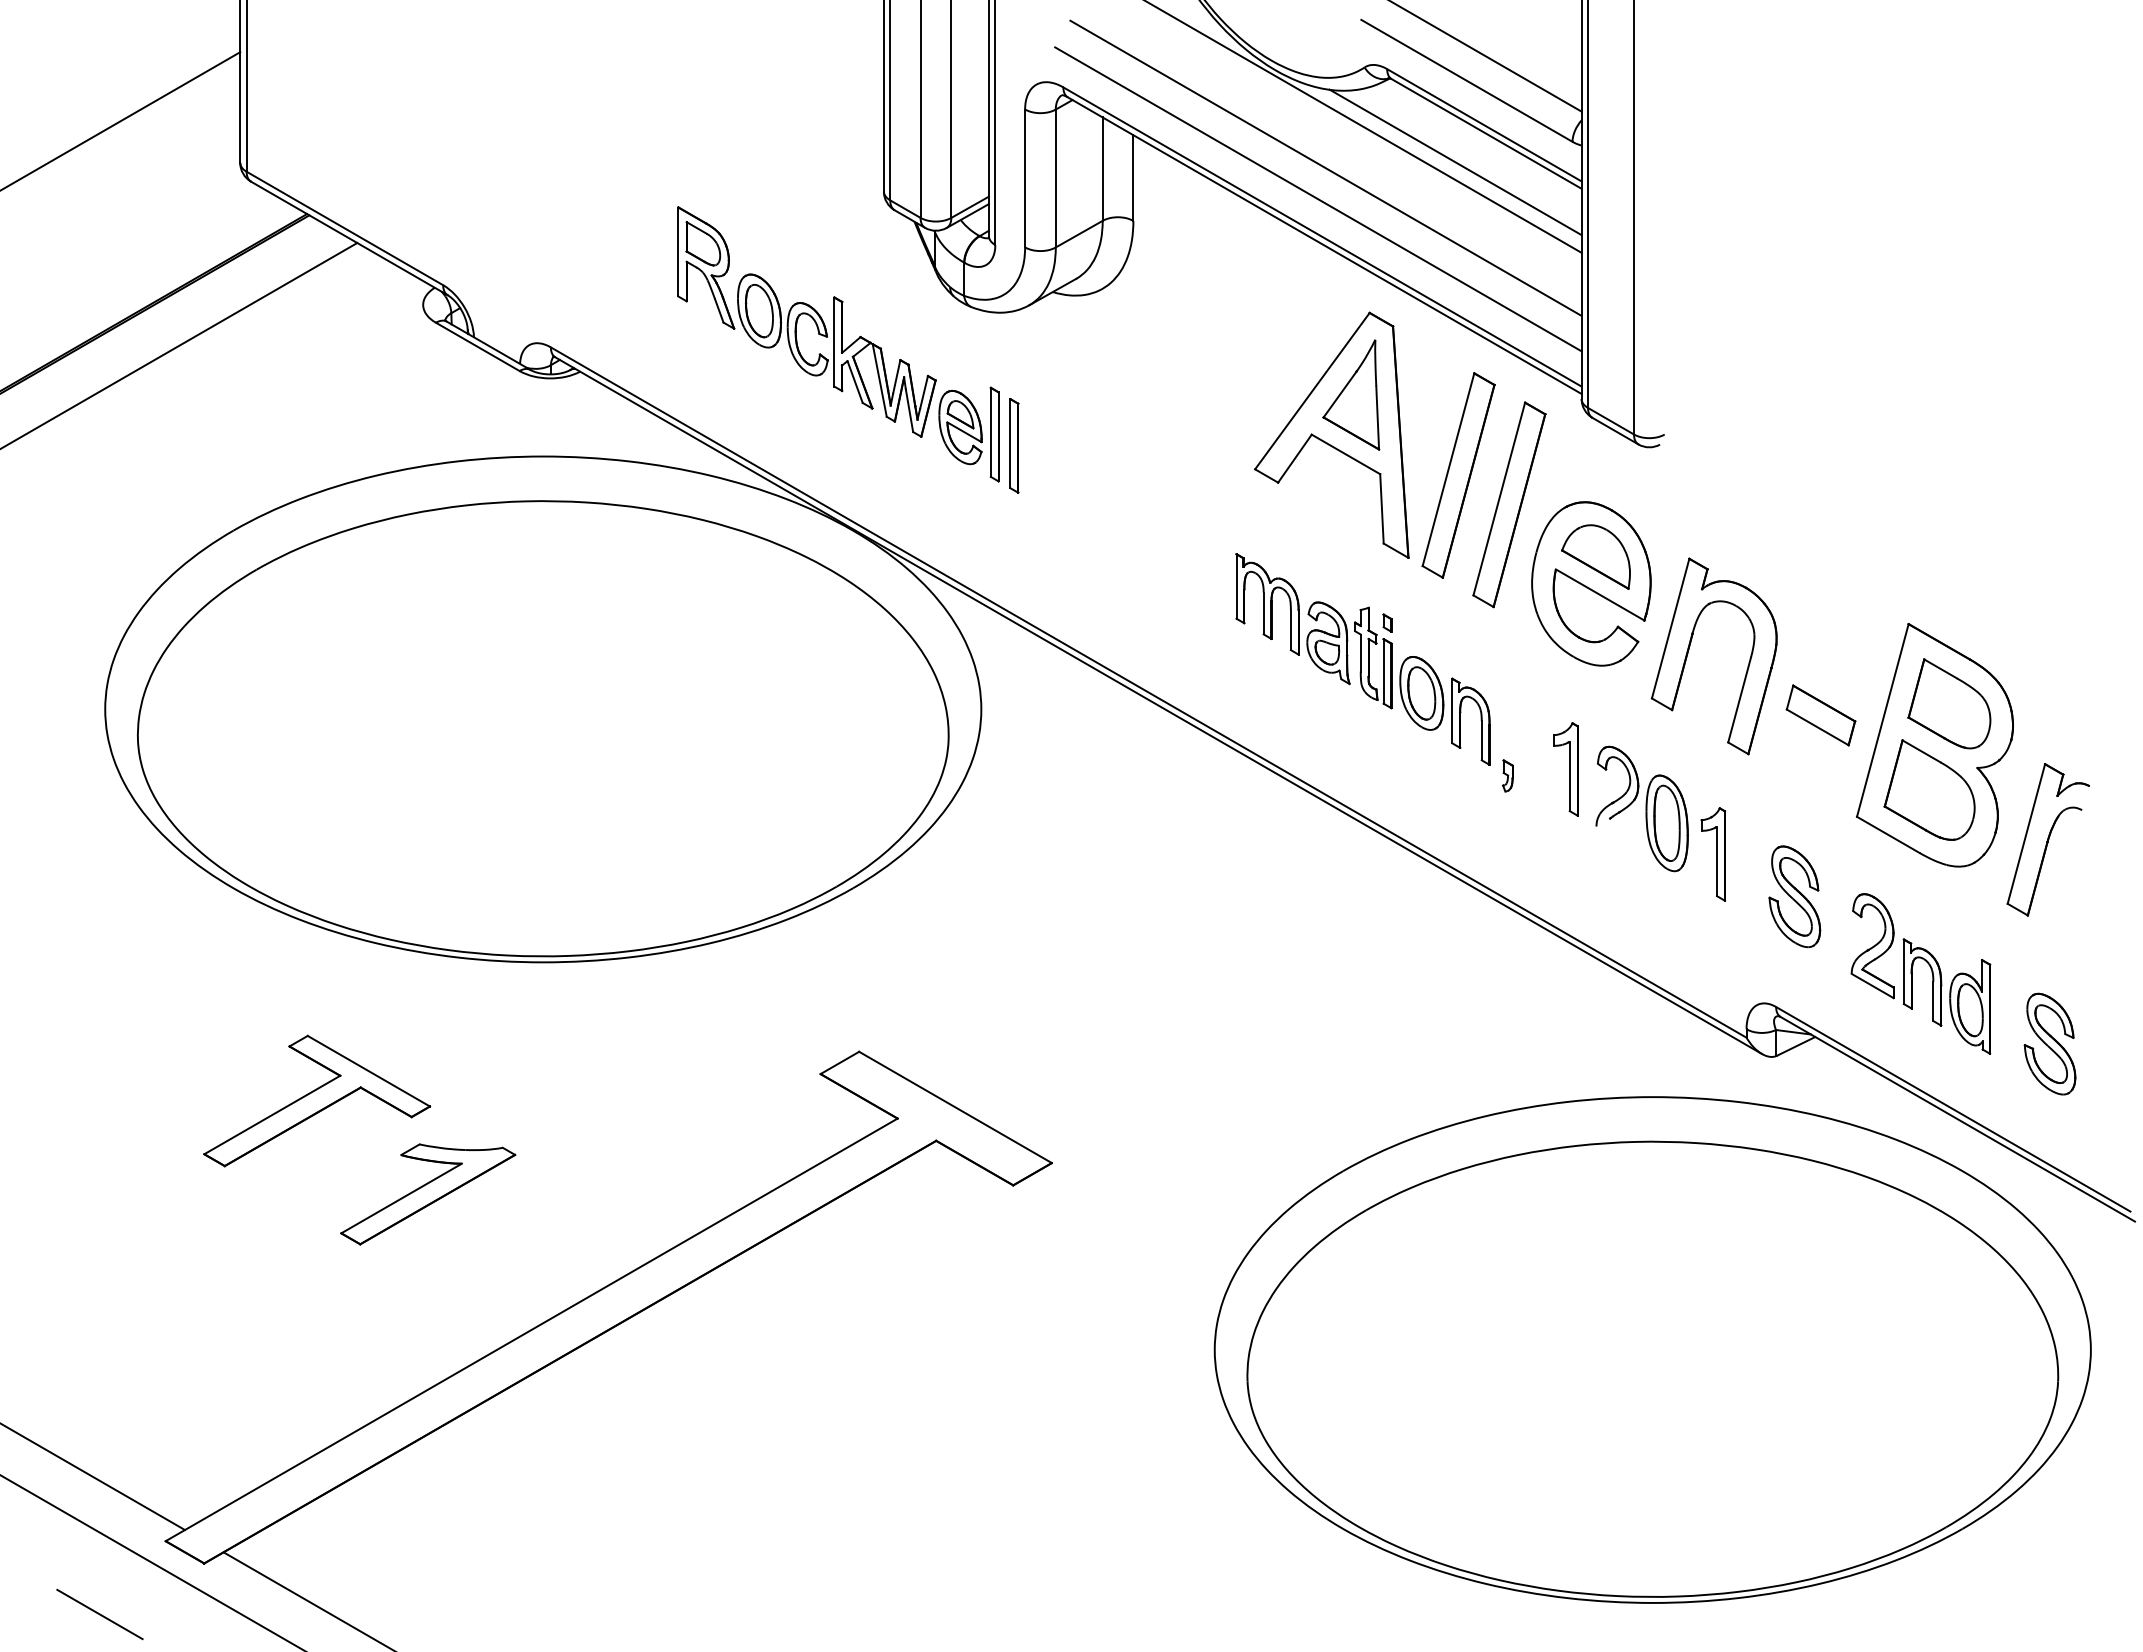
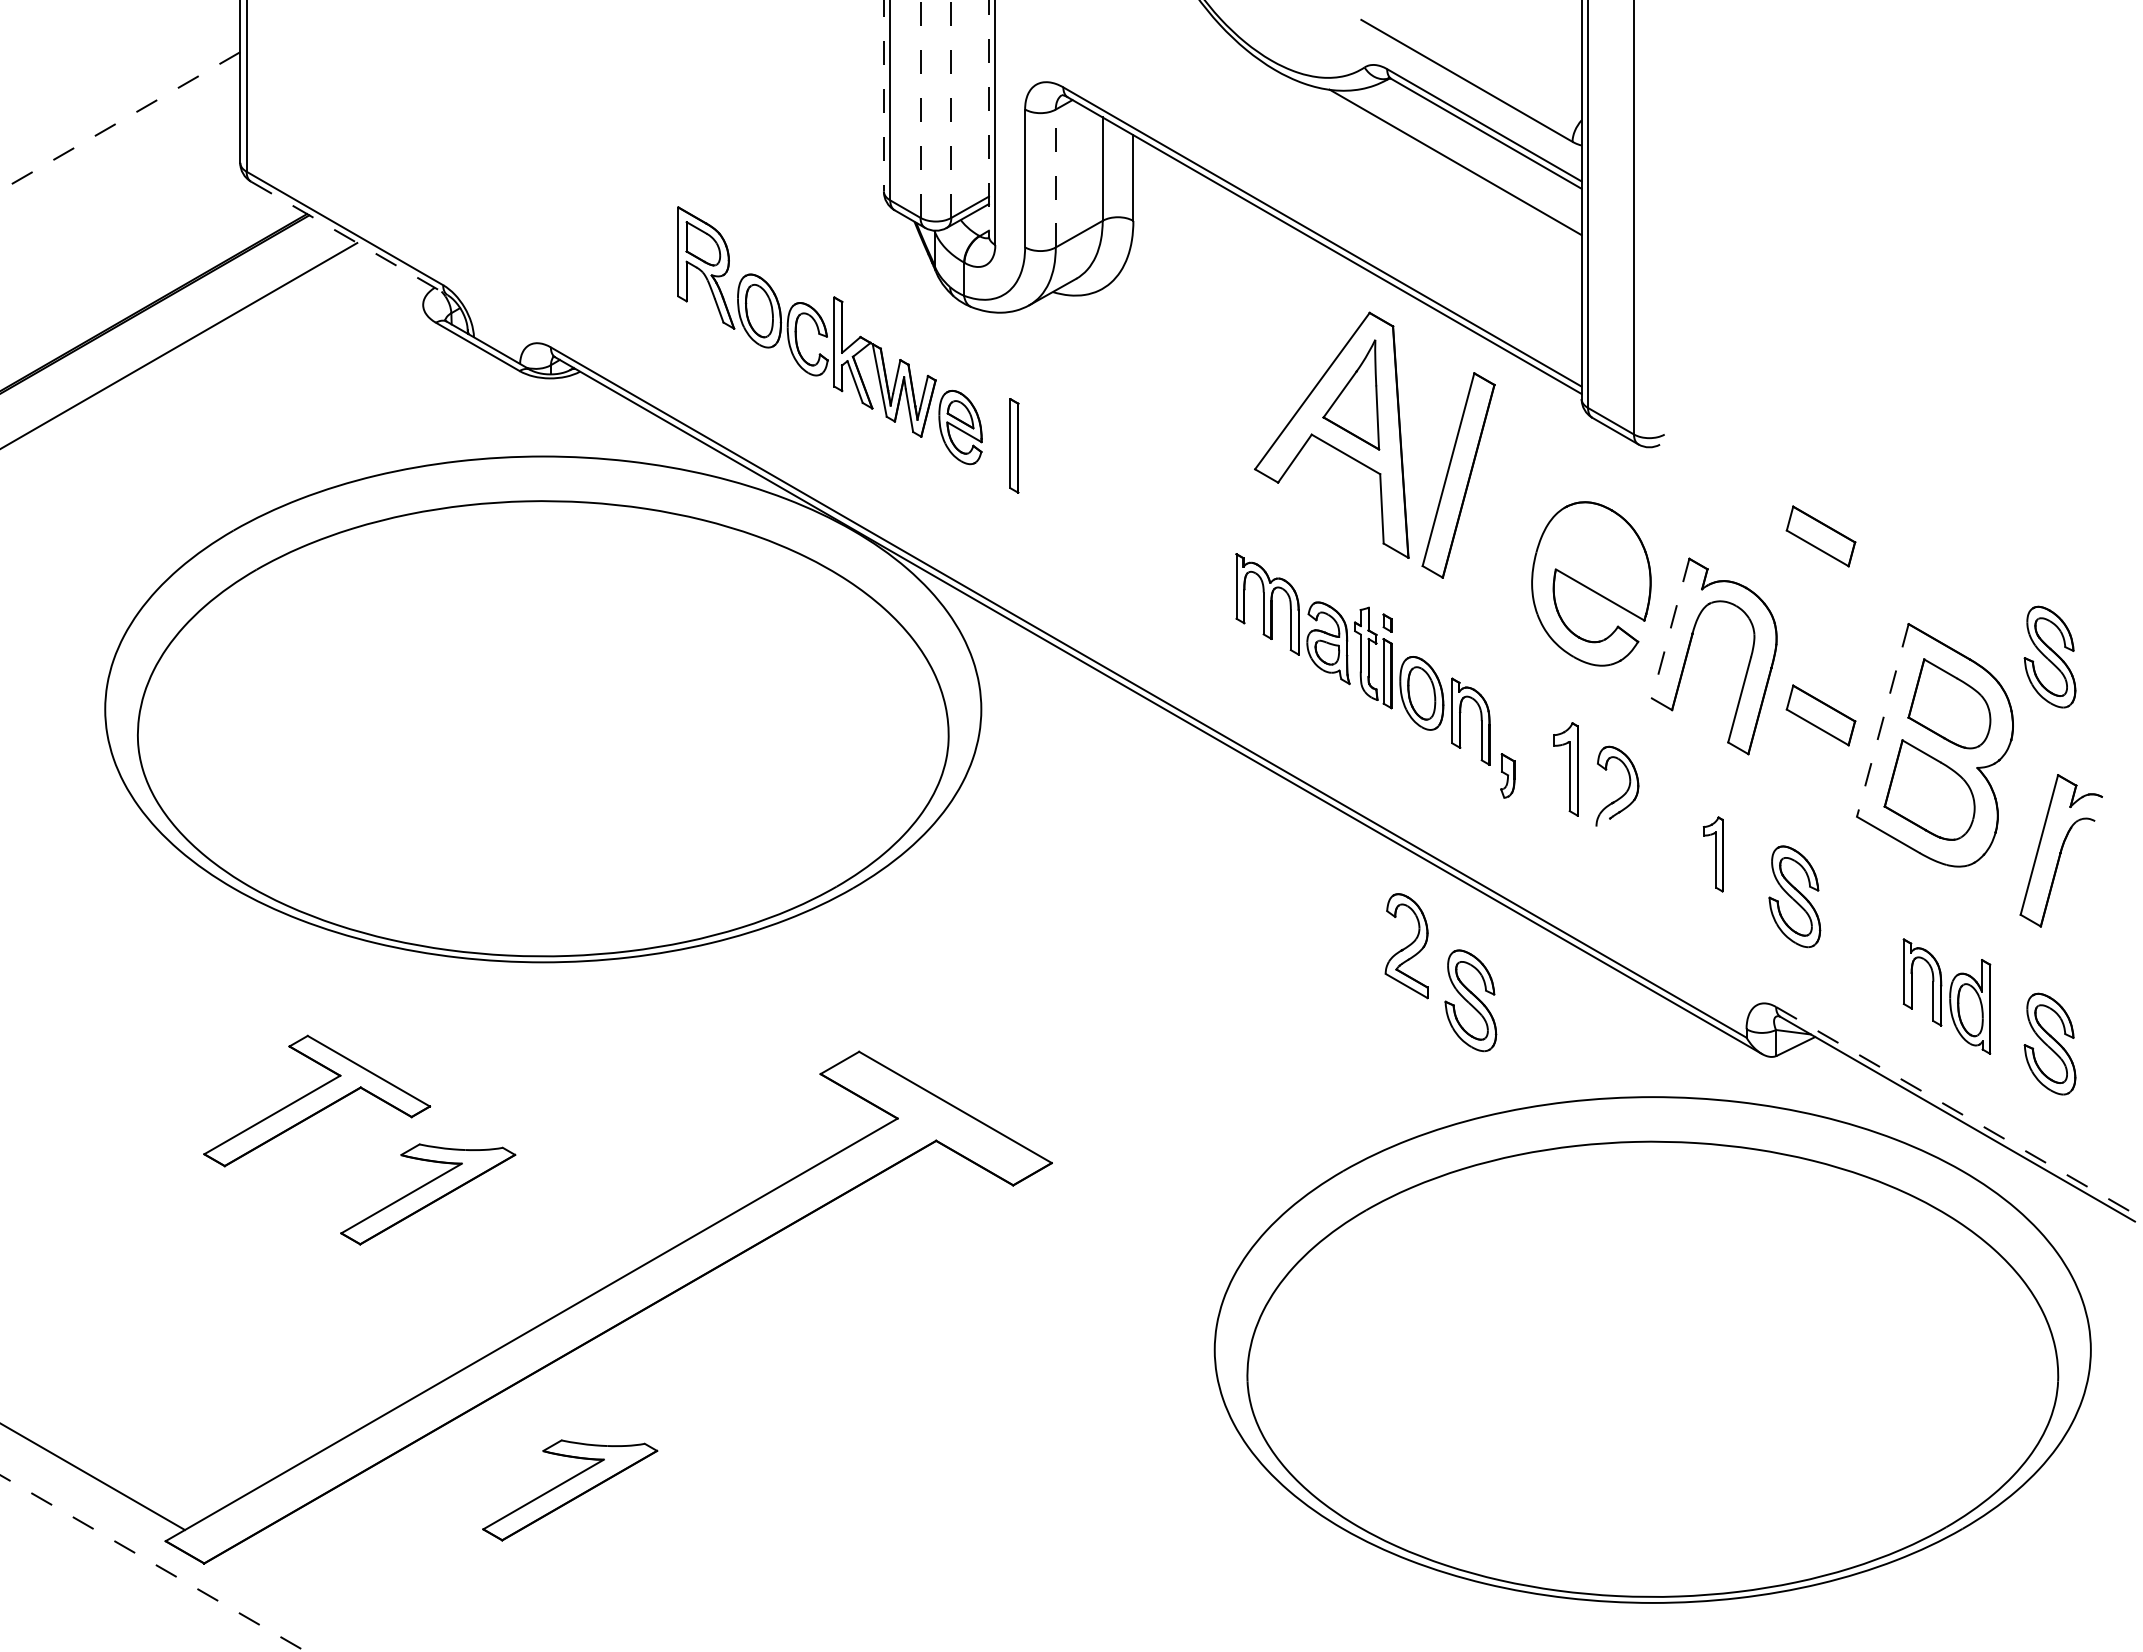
line at (1486, 56): present -> none
line at (883, 96): solid -> dashed
line at (920, 108): solid -> dashed
line at (951, 109): solid -> dashed
line at (988, 118): solid -> dashed
line at (119, 121): solid -> dashed
line at (1364, 127): present -> none
line at (1325, 167): present -> none
line at (1055, 178): solid -> dashed
line at (1318, 199): present -> none
line at (349, 238): solid -> dashed
part at (994, 434): present -> none
part at (1509, 504): present -> none
part at (1820, 536): none -> present
part at (1595, 556): present -> none
line at (1670, 629): solid -> dashed
part at (2049, 656): none -> present
line at (1882, 720): solid -> dashed
part at (1507, 775) size: 12x34 px -> 16x46 px
part at (1666, 823): present -> none
part at (2047, 839) position: (2047, 839) -> (2060, 850)
part at (1713, 854) size: 27x95 px -> 22x77 px
part at (1872, 946) position: (1872, 946) -> (1406, 946)
part at (1470, 1000): none -> present
line at (1953, 1109): solid -> dashed
part at (570, 1490): none -> present
line at (153, 1563): solid -> dashed
line at (306, 1600): present -> none
line at (99, 1614): present -> none
